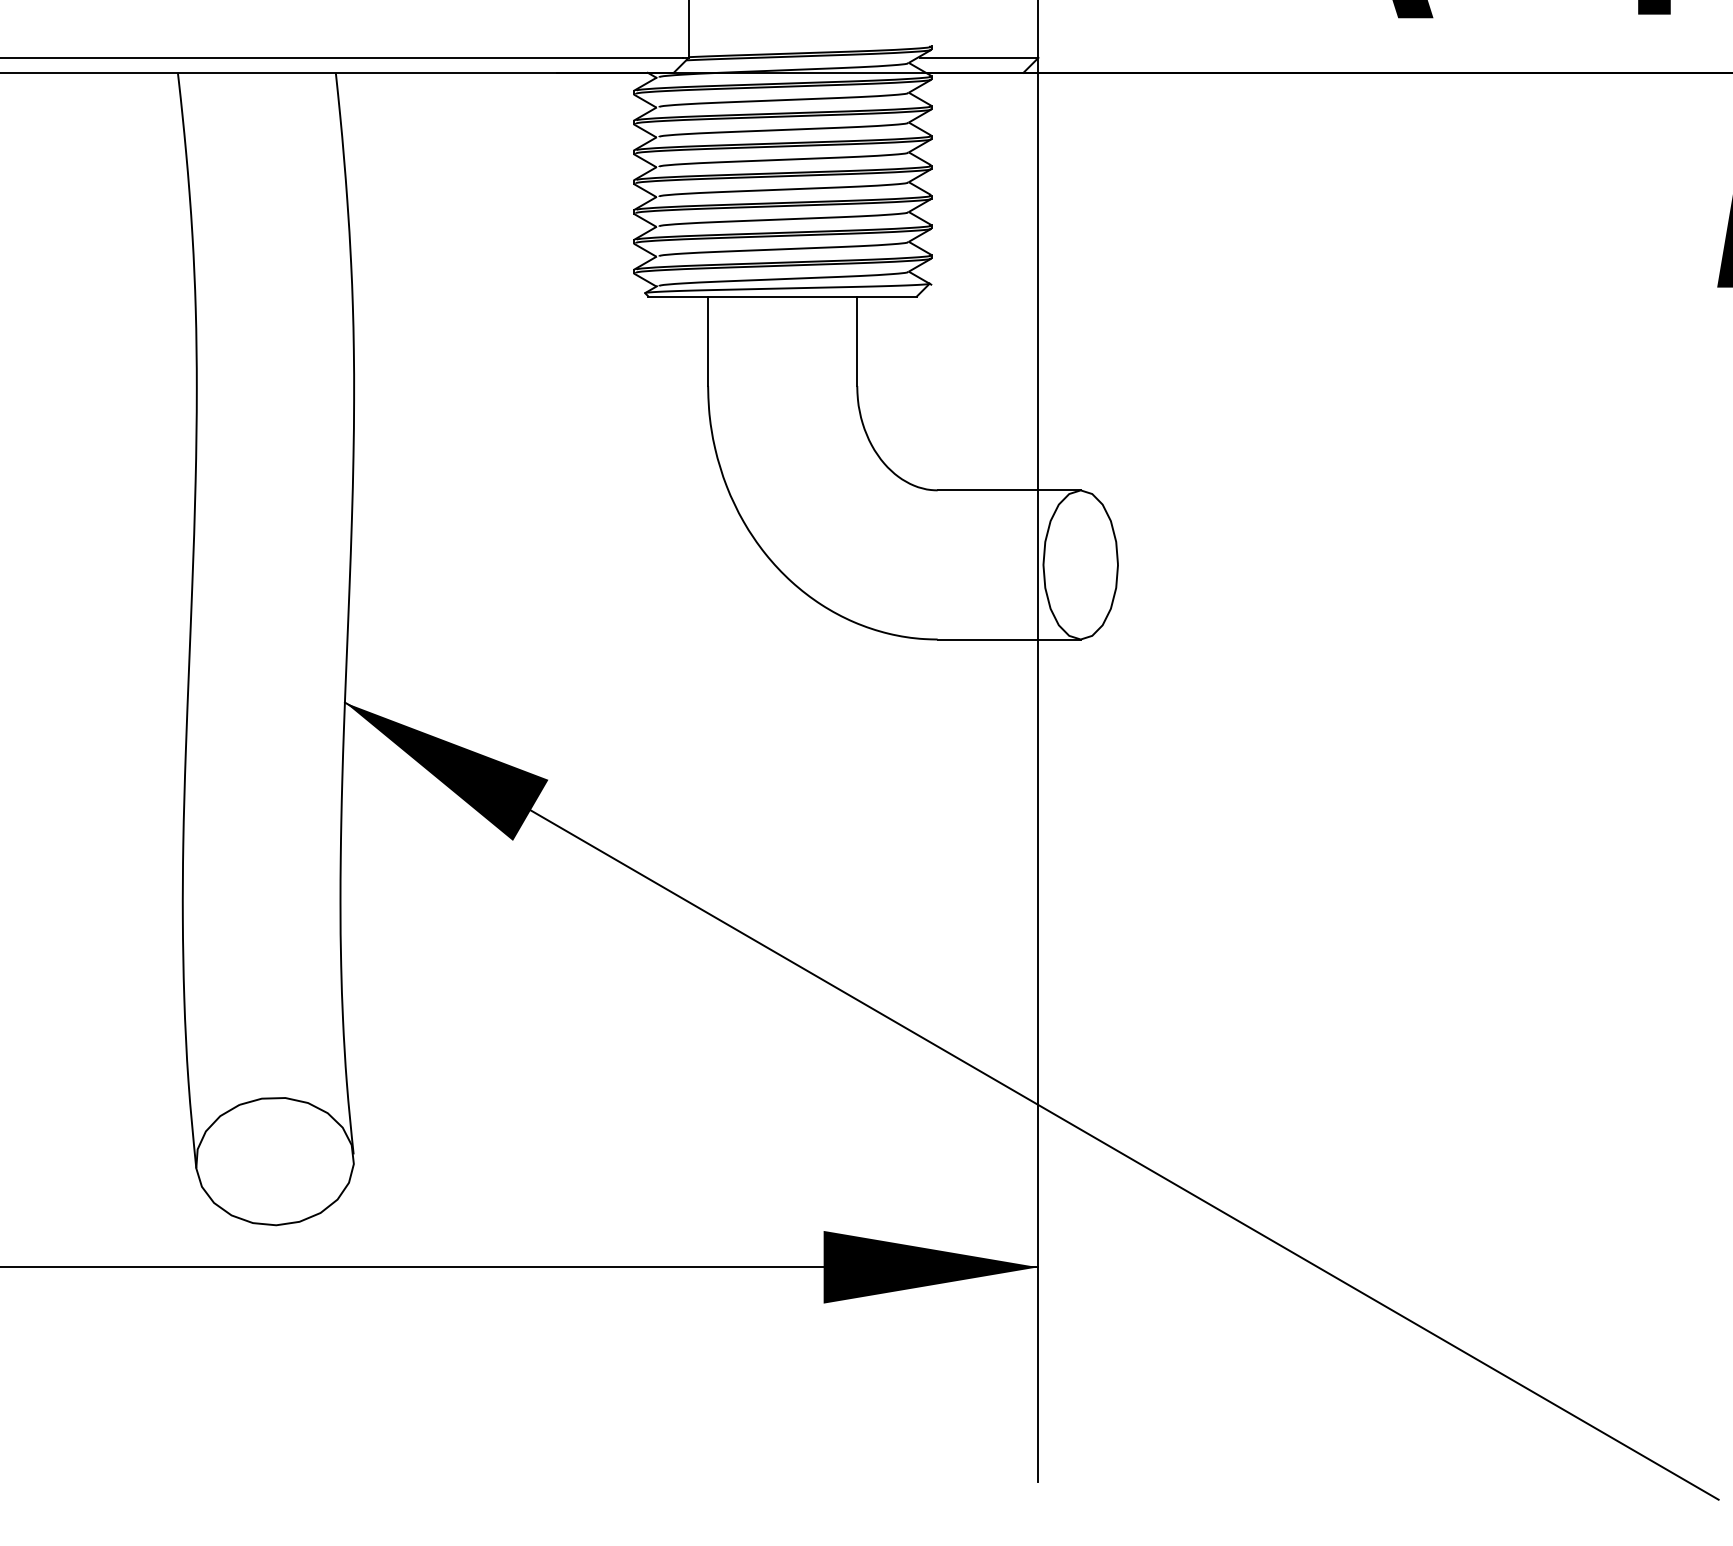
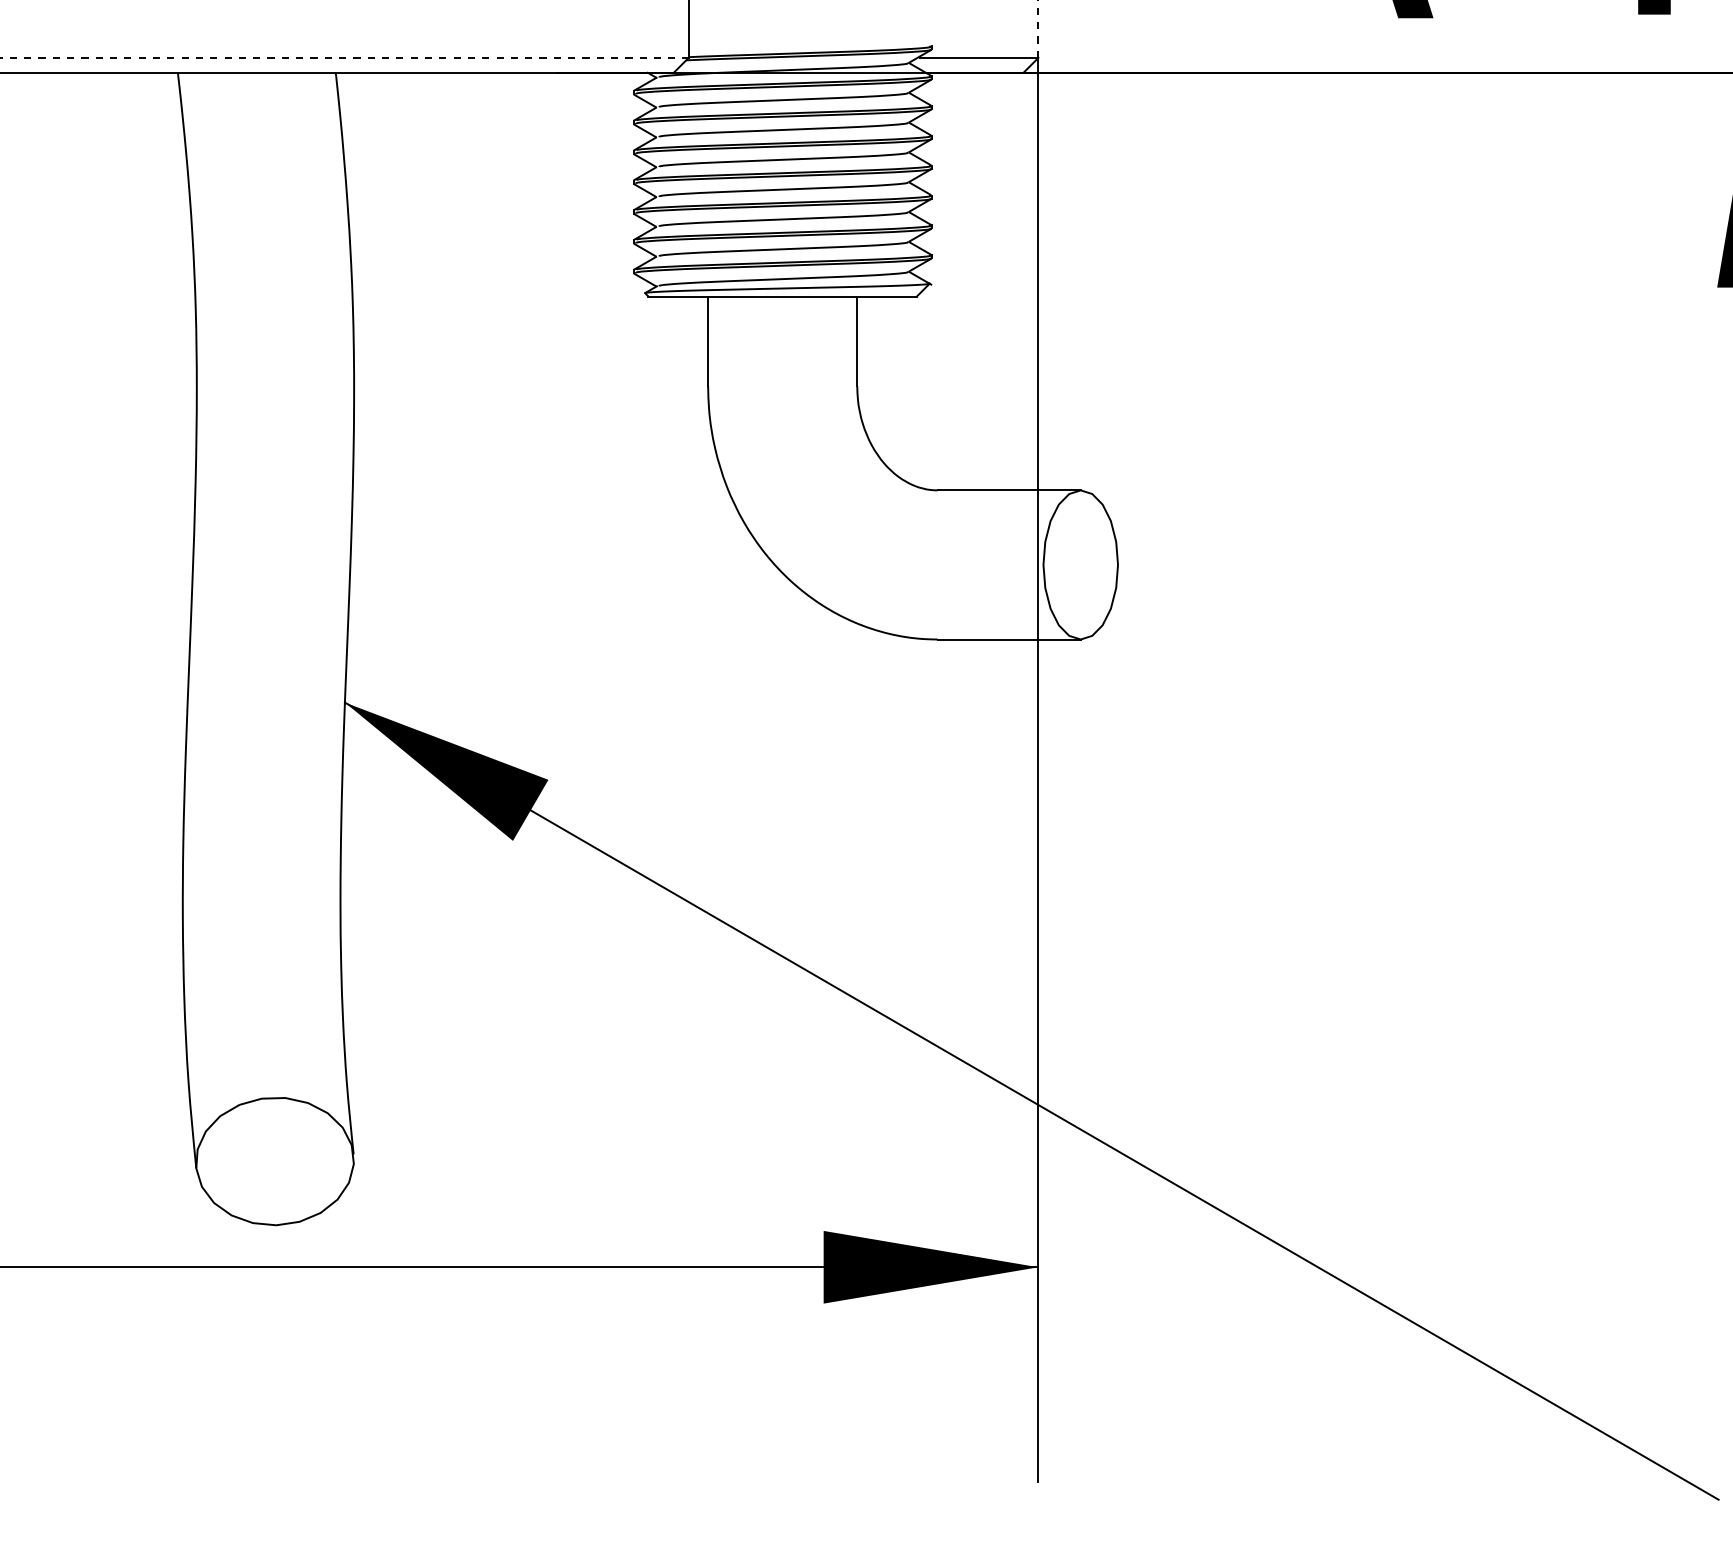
line at (1038, 28): solid -> dashed
line at (342, 57): solid -> dashed
